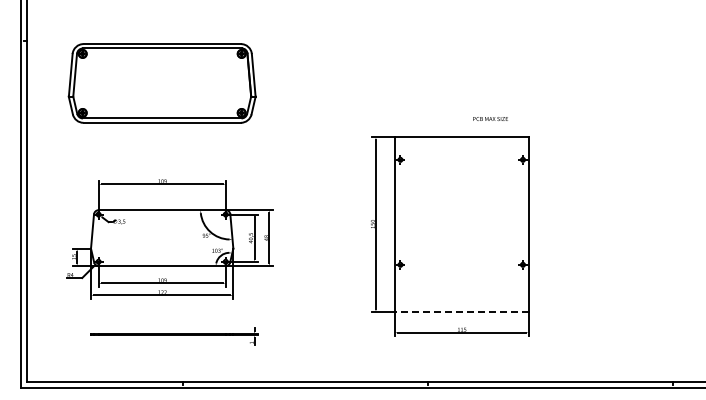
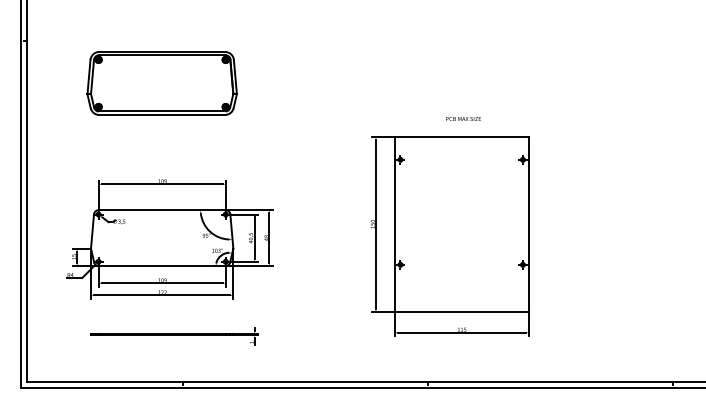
part at (161, 83) size: 190x81 px -> 152x65 px
text at (490, 118) position: (490, 118) -> (463, 118)
line at (461, 312): dashed -> solid
